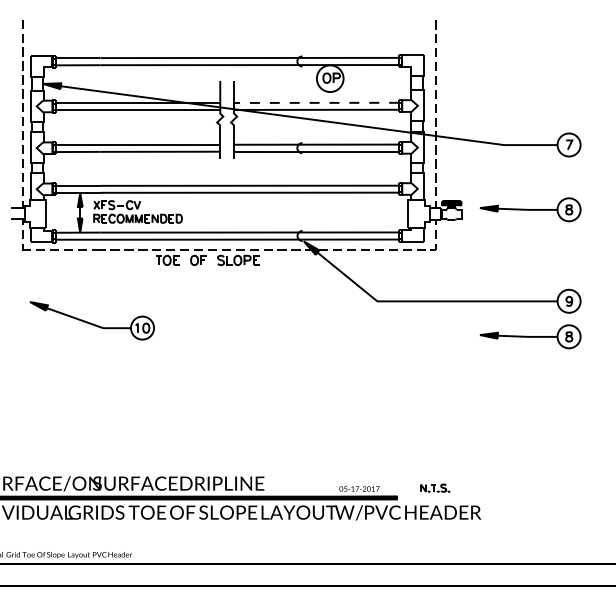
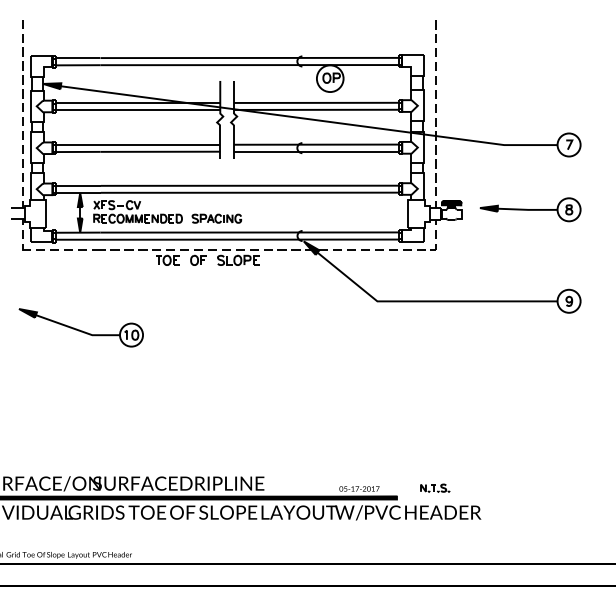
line at (316, 102): dashed -> solid
part at (216, 218): none -> present
part at (91, 320) position: (91, 320) -> (80, 327)
part at (530, 336): present -> none
